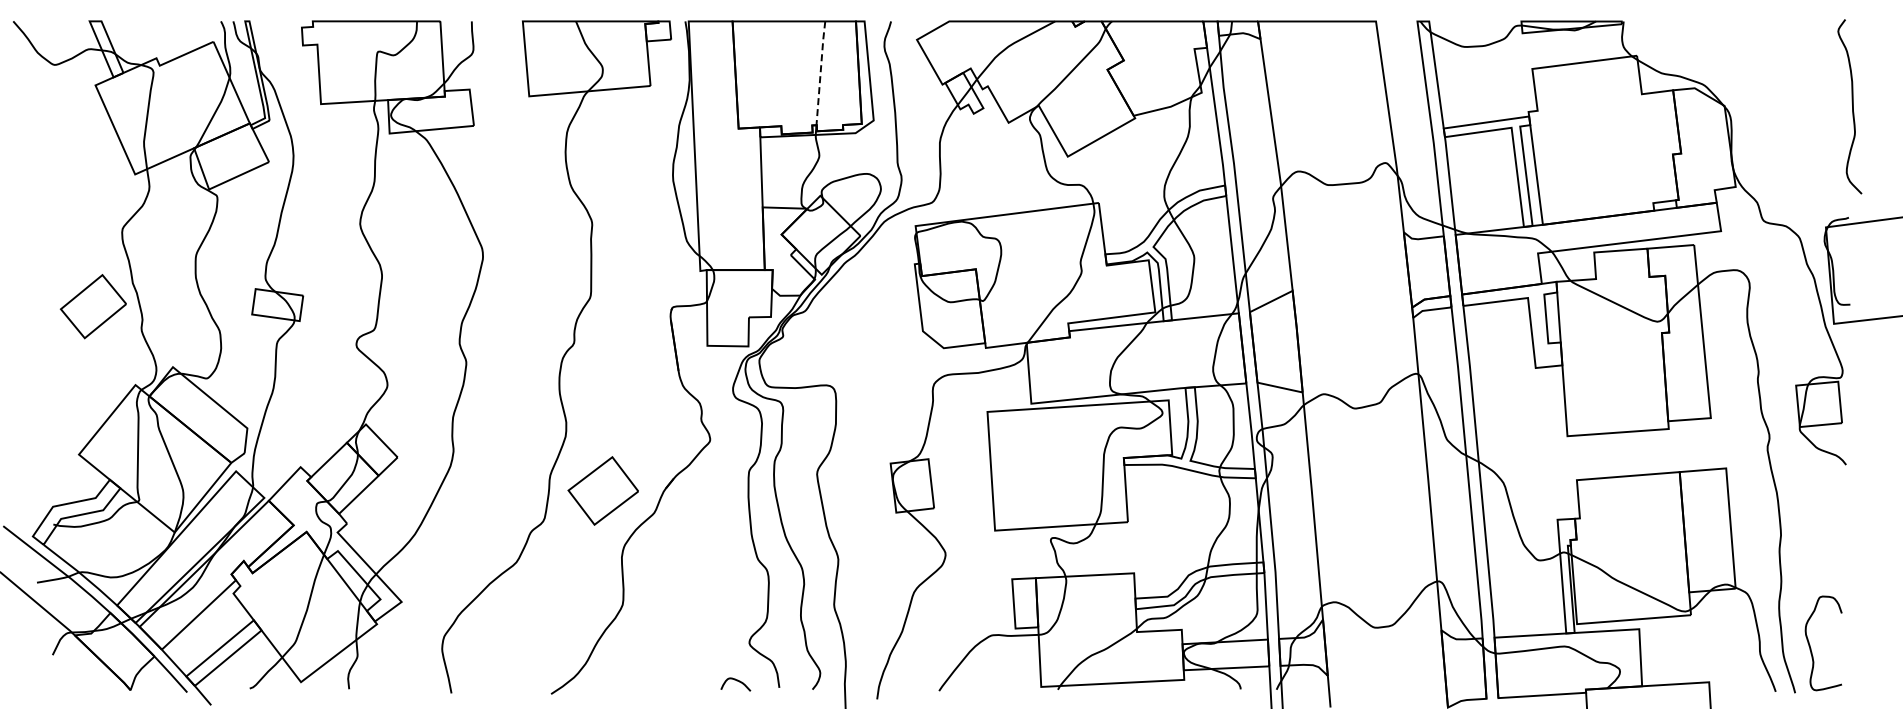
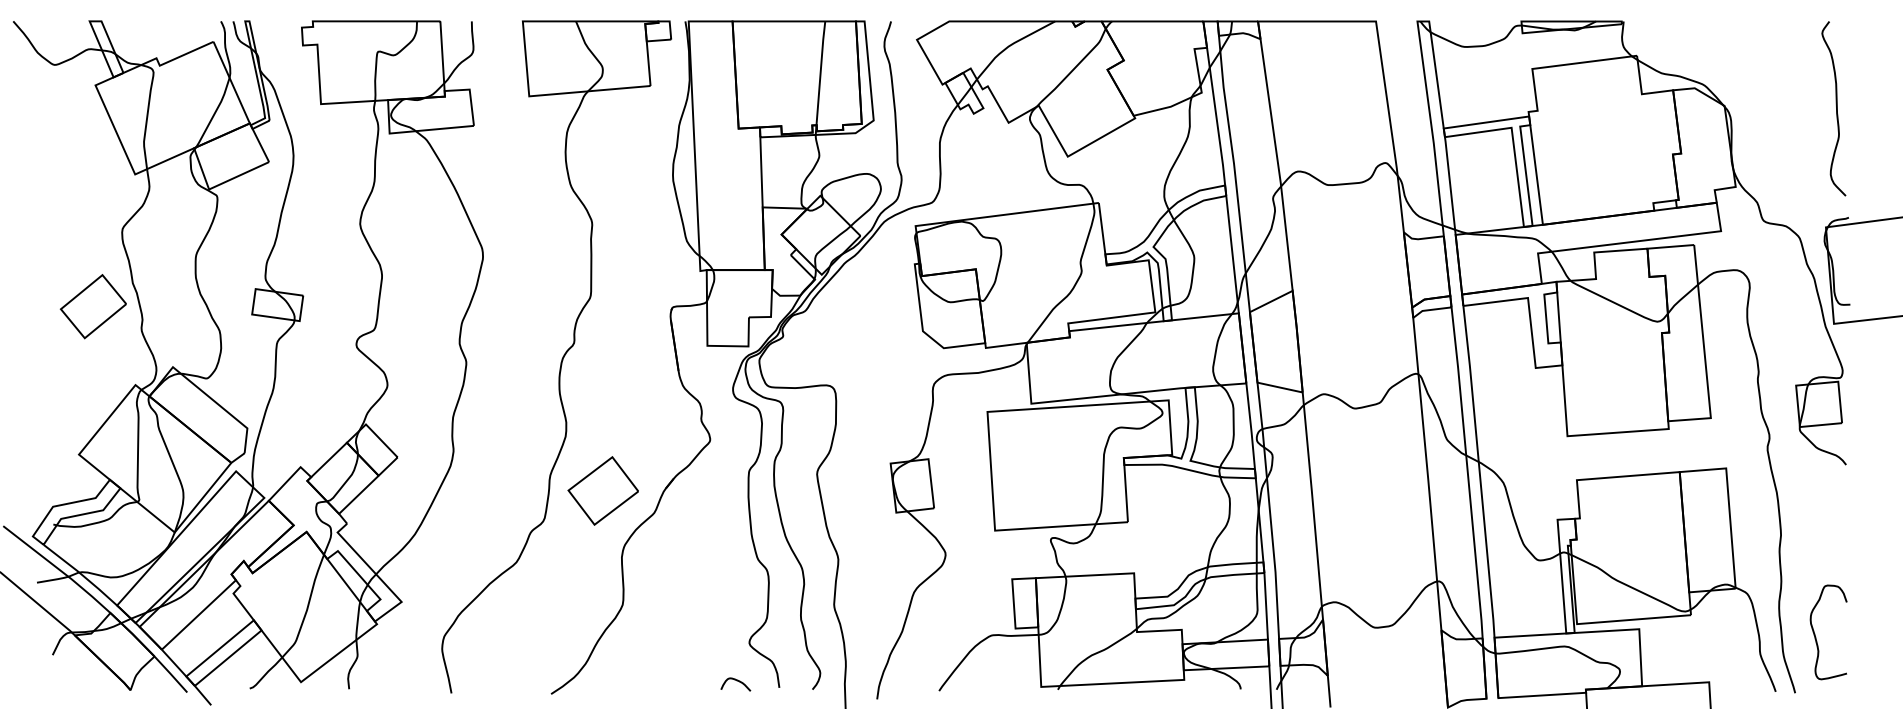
line at (820, 72): dashed -> solid
curve at (1852, 106) position: (1852, 106) -> (1836, 108)
curve at (1811, 648) position: (1811, 648) -> (1816, 637)
